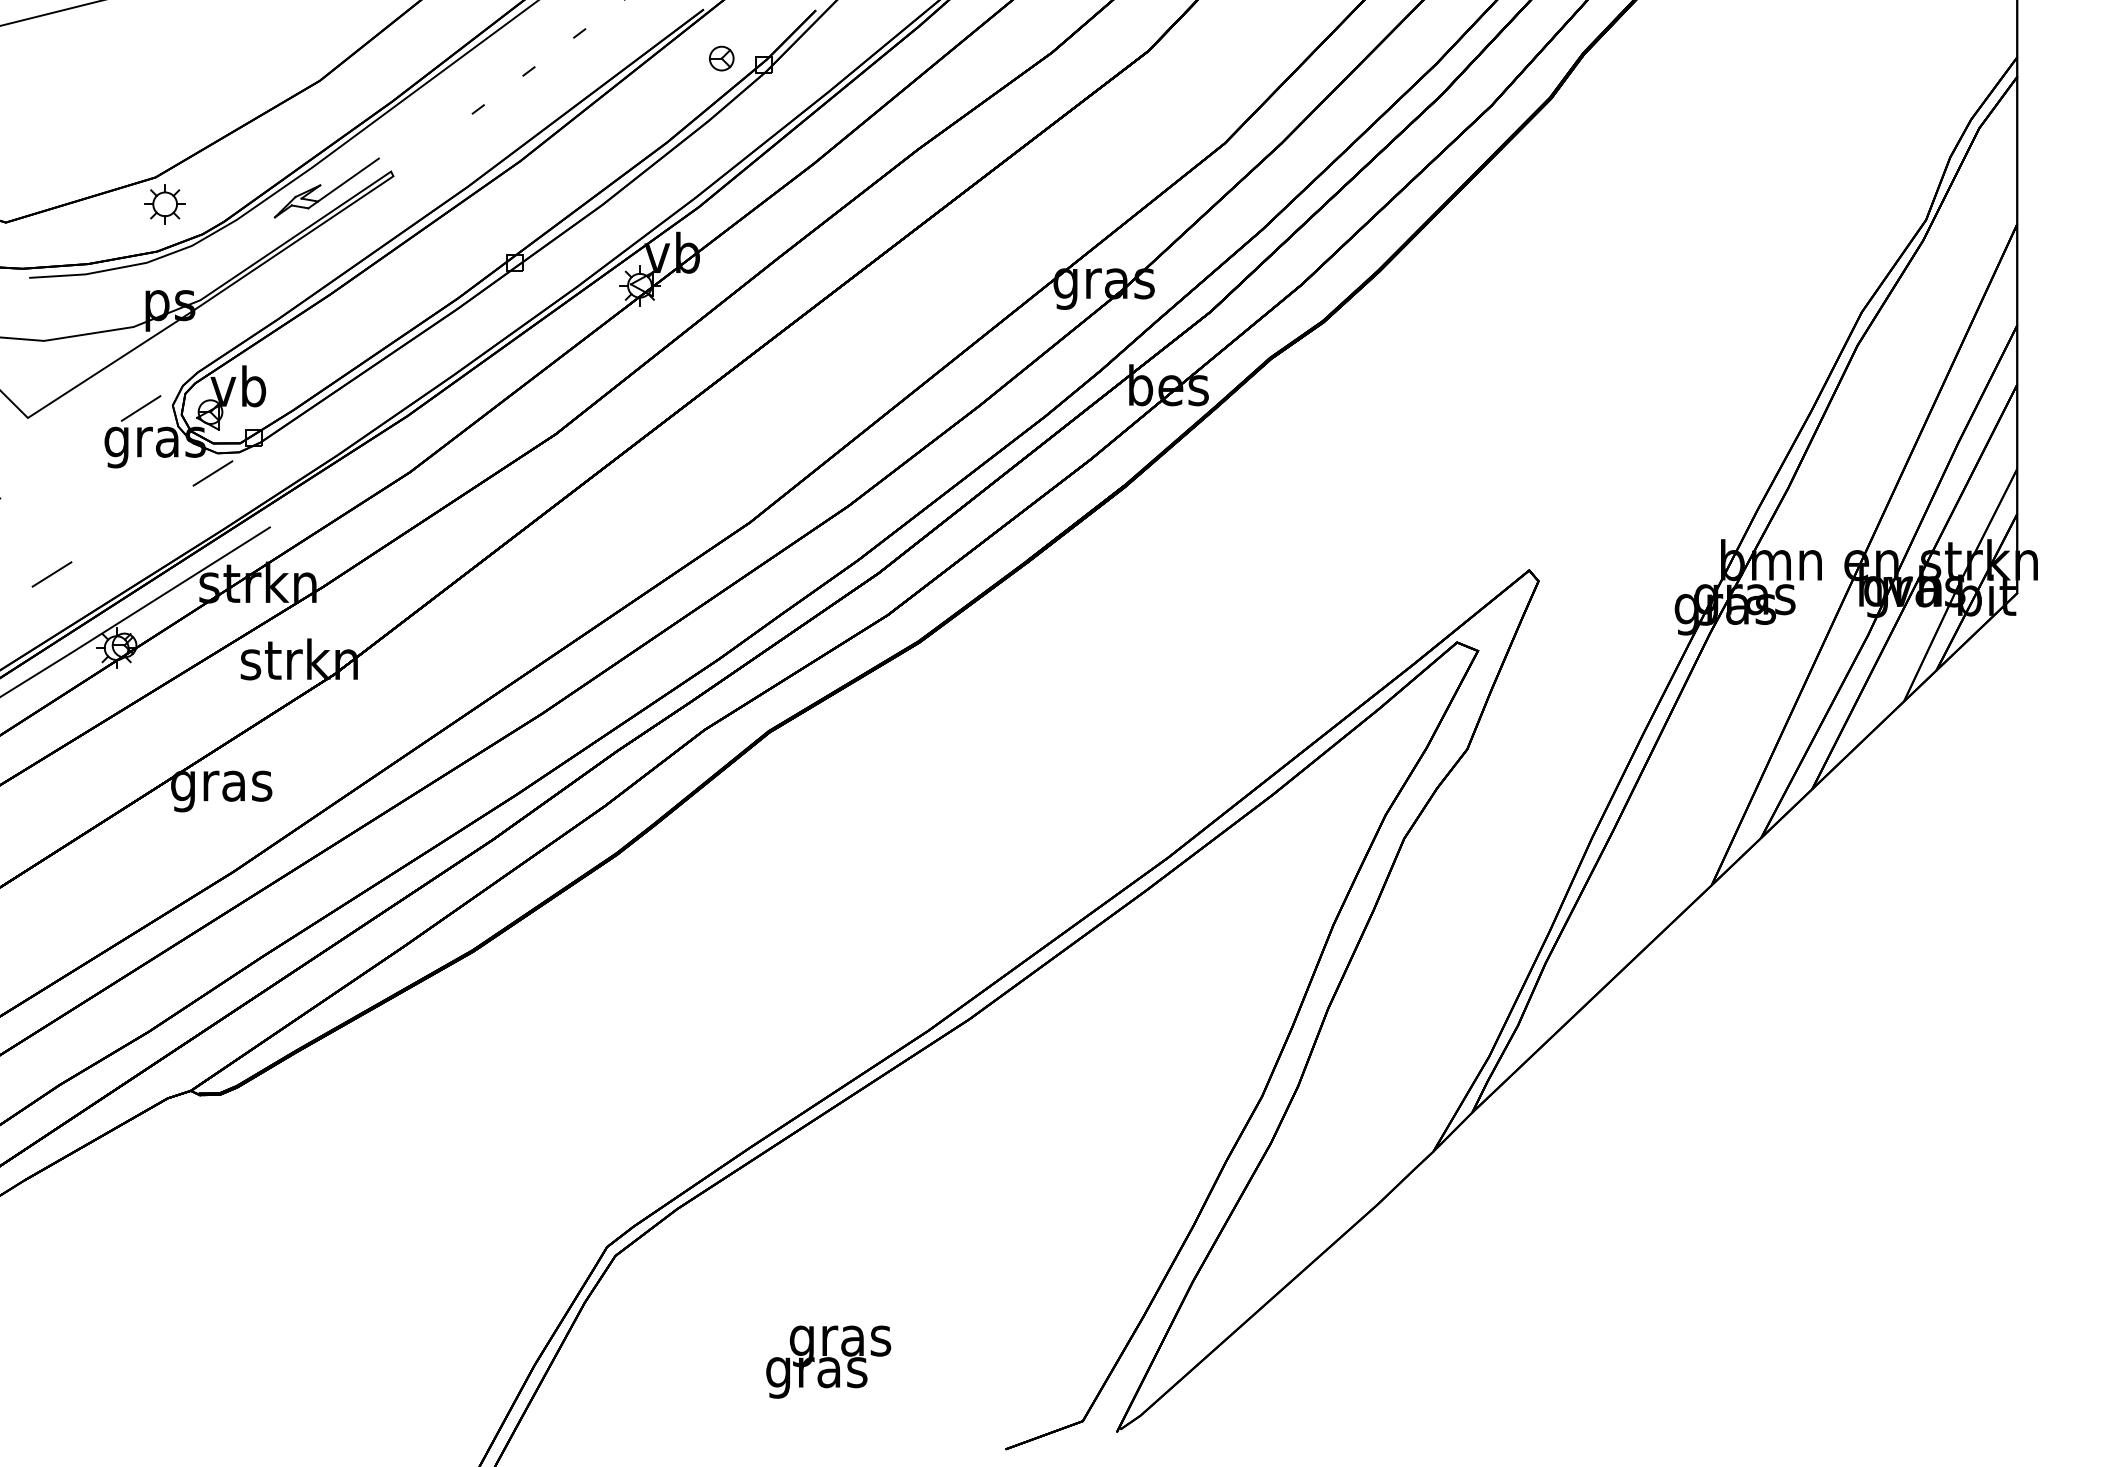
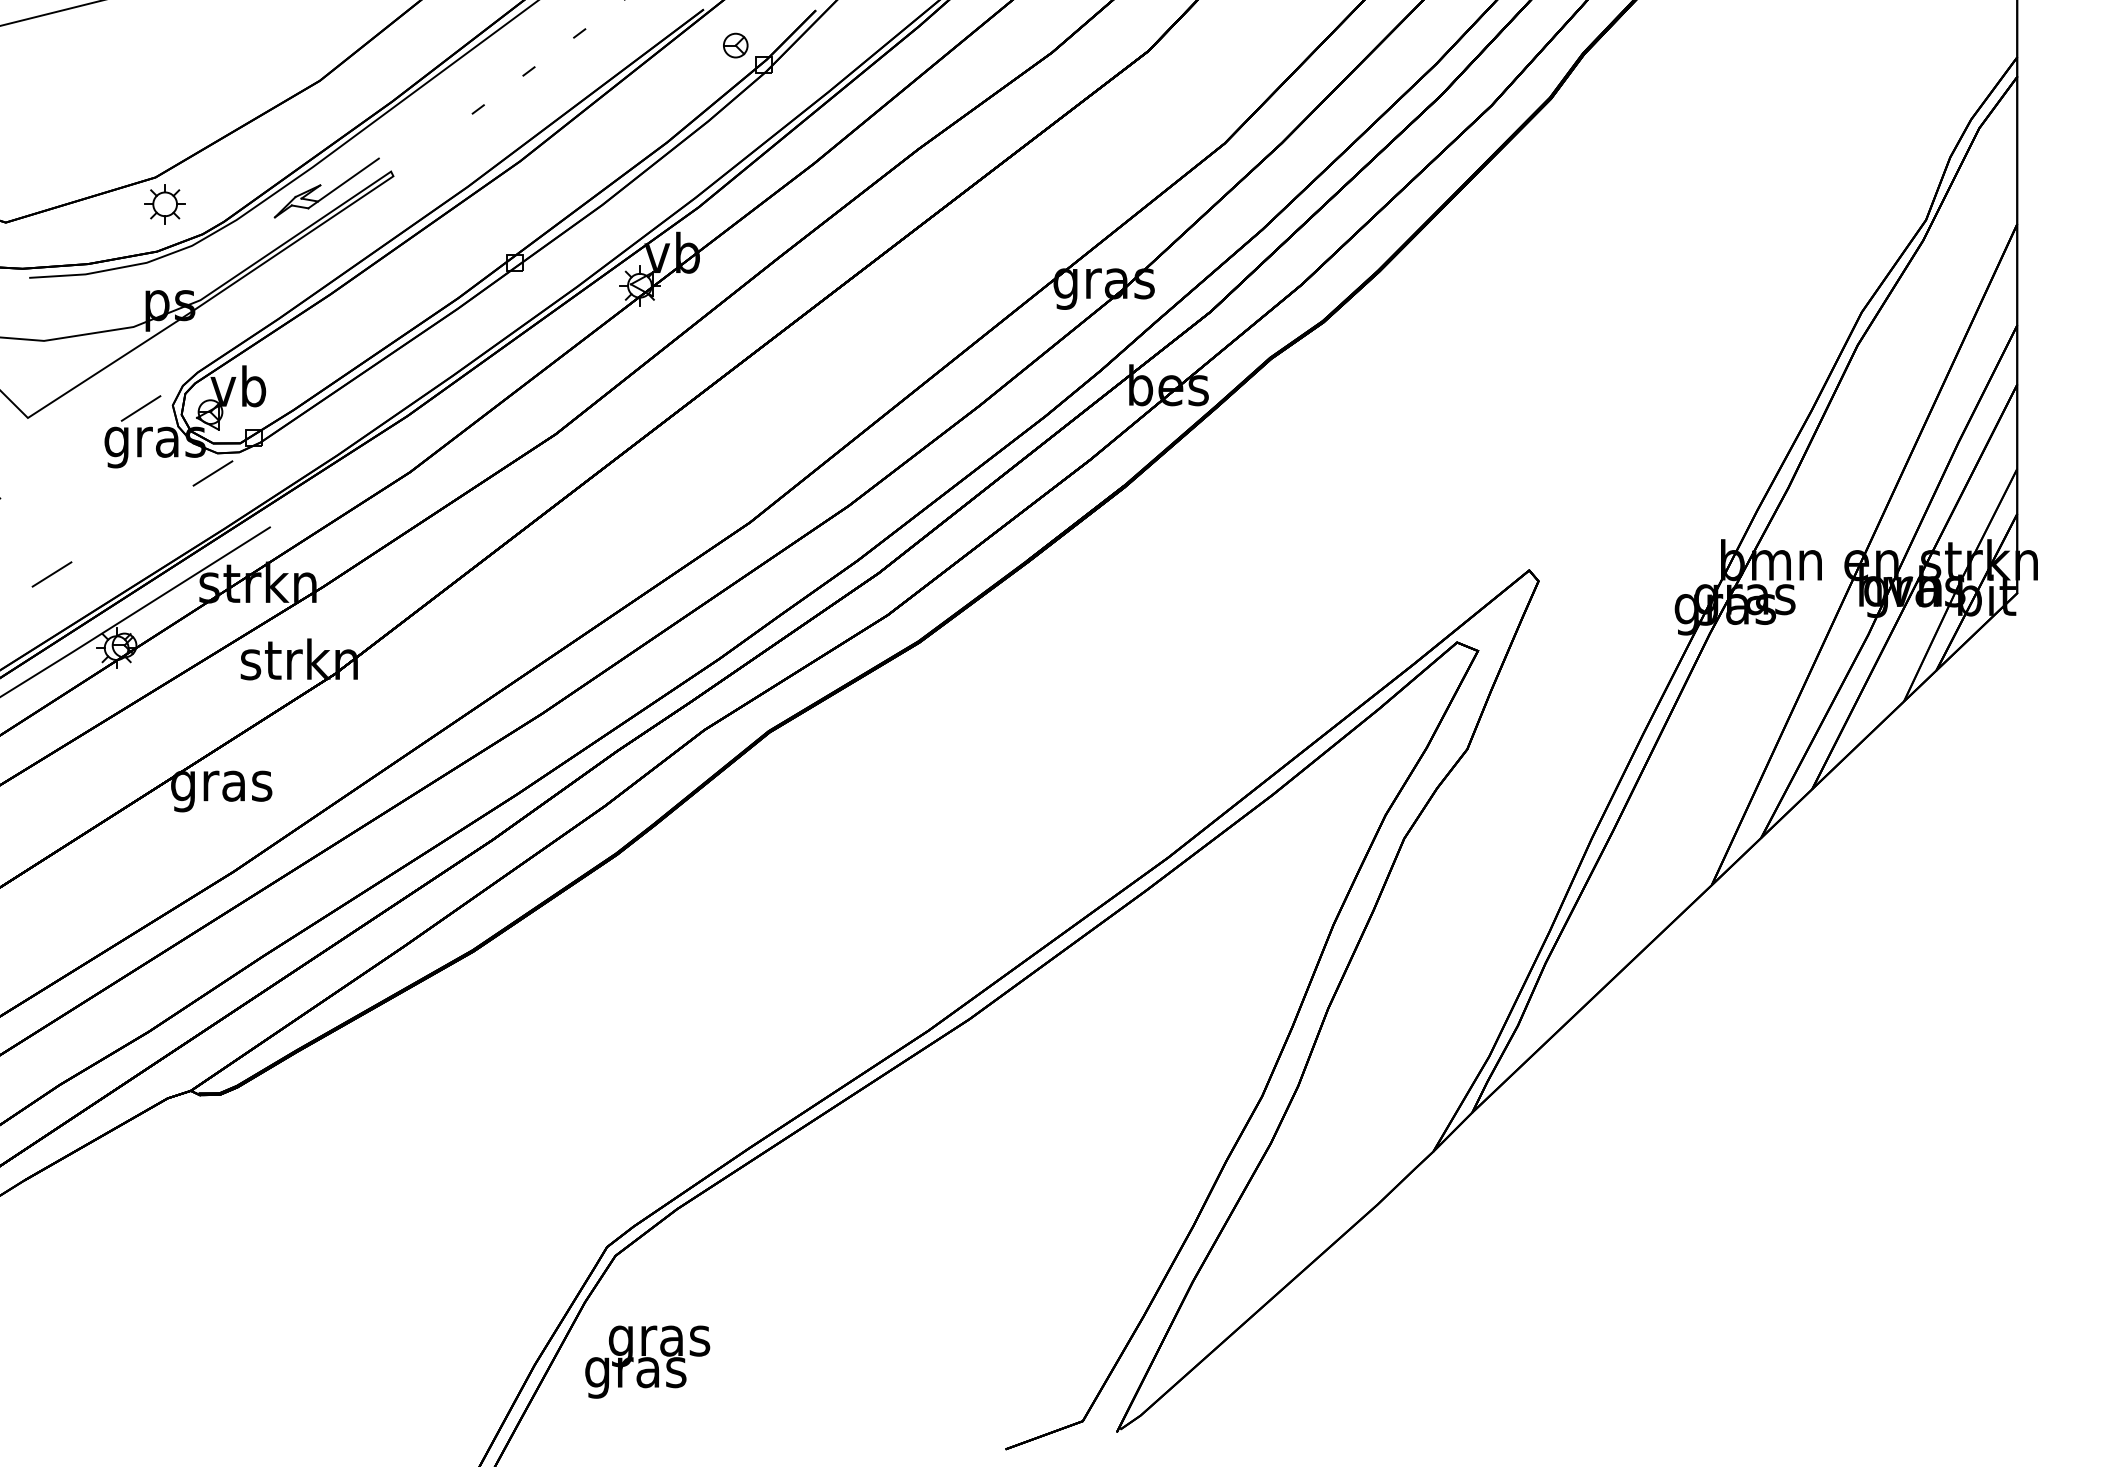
part at (721, 58) position: (721, 58) -> (735, 45)
text at (828, 1361) position: (828, 1361) -> (647, 1361)
